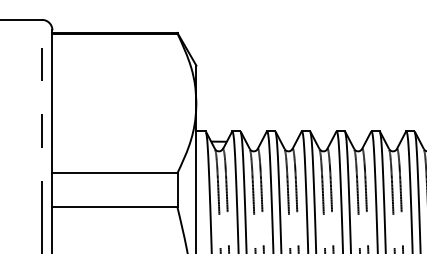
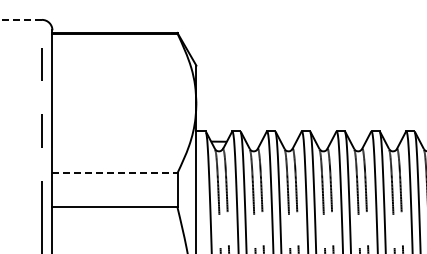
line at (21, 19): solid -> dashed
line at (114, 173): solid -> dashed
